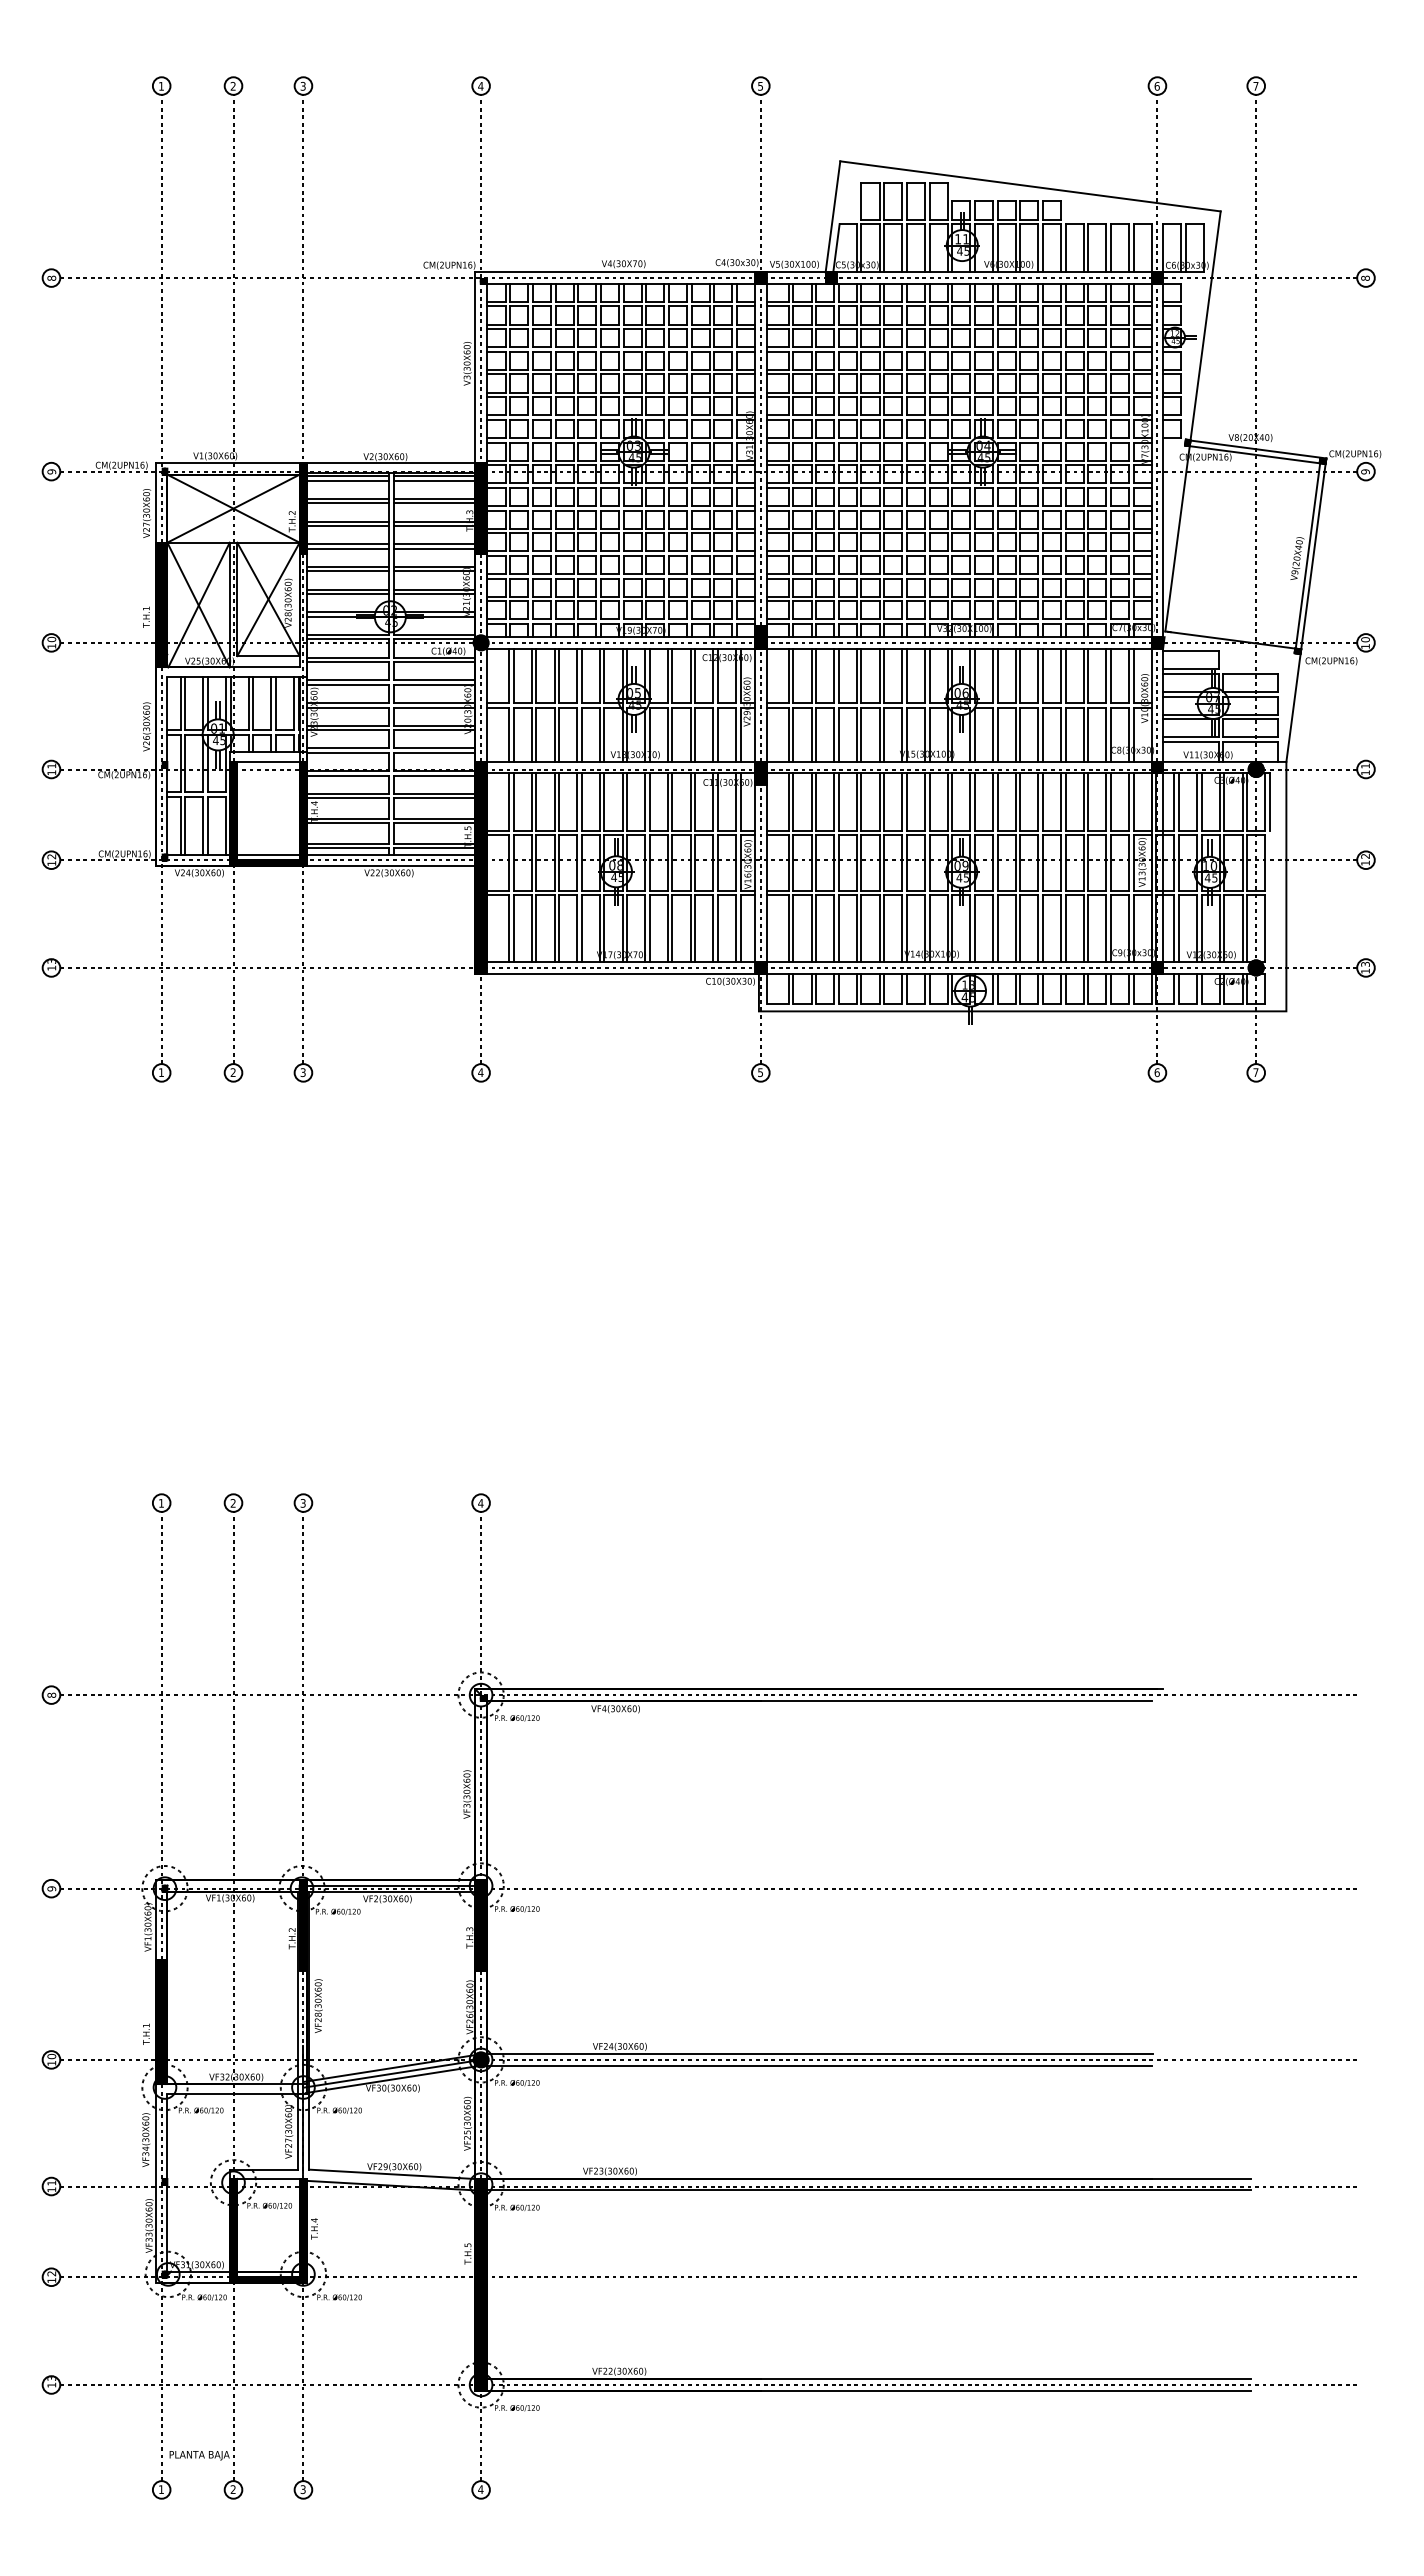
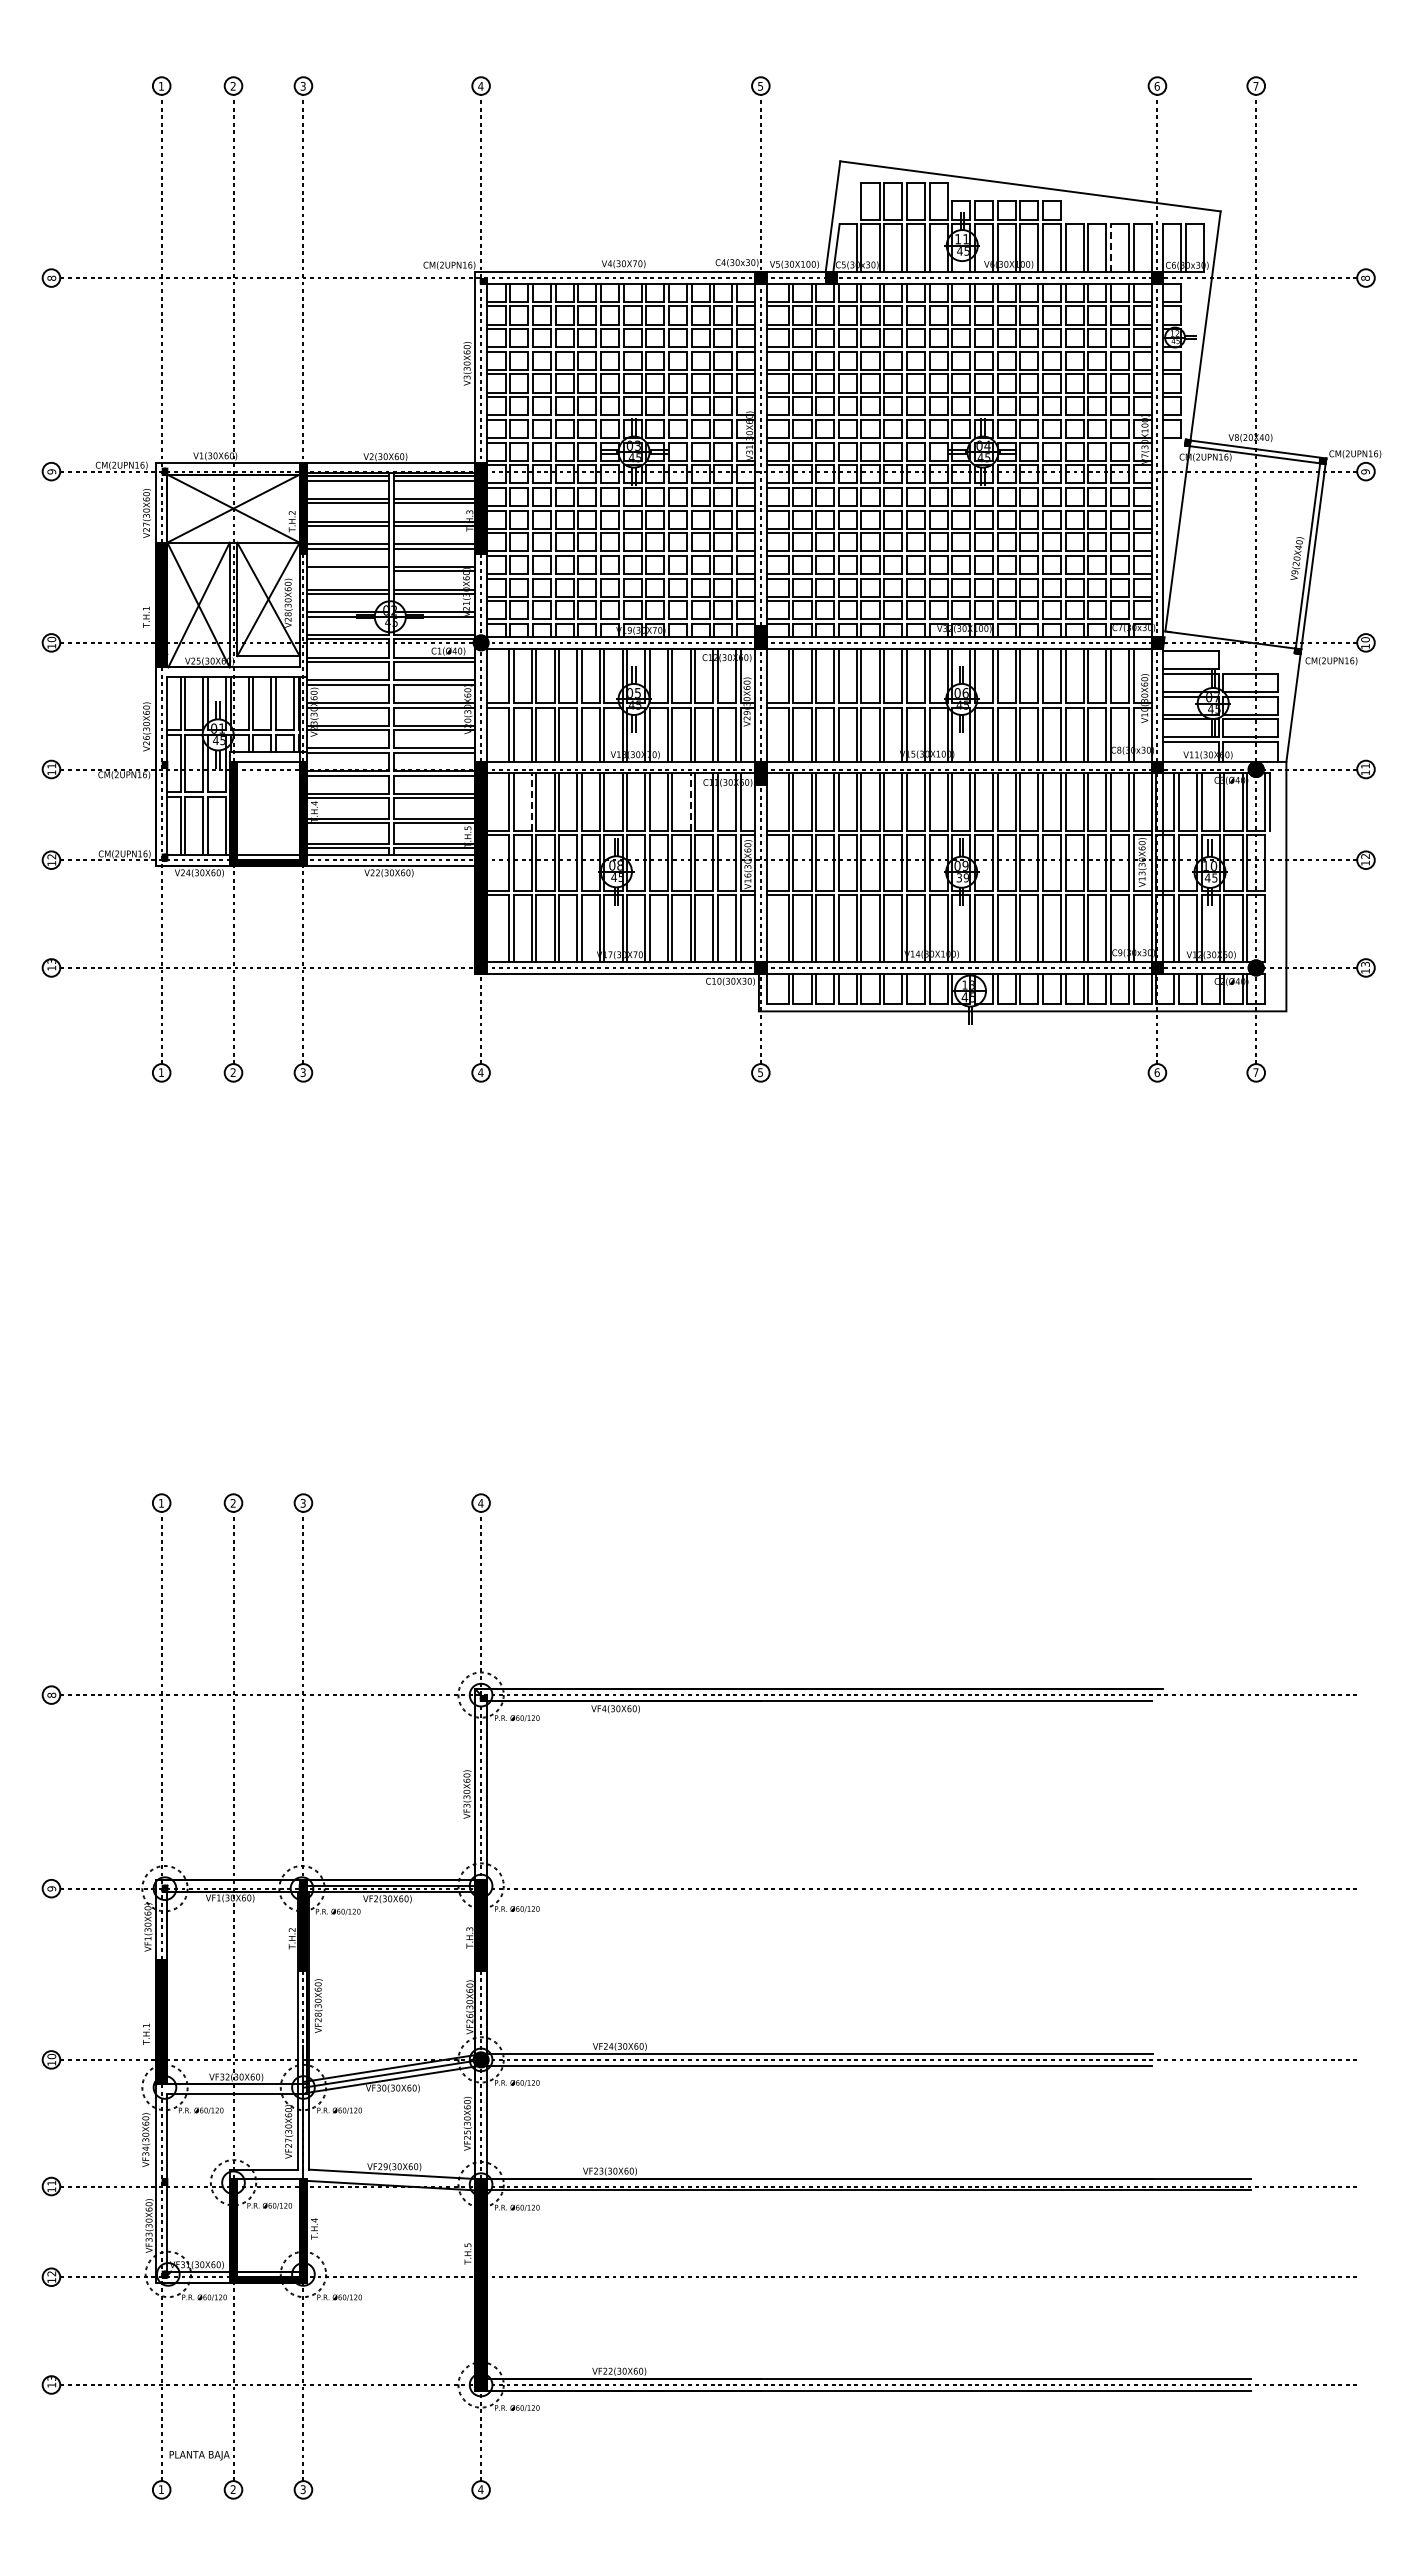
line at (1110, 247): solid -> dashed
line at (348, 571): present -> none
line at (531, 802): solid -> dashed
line at (690, 802): solid -> dashed
text at (962, 877): 45 -> 39
